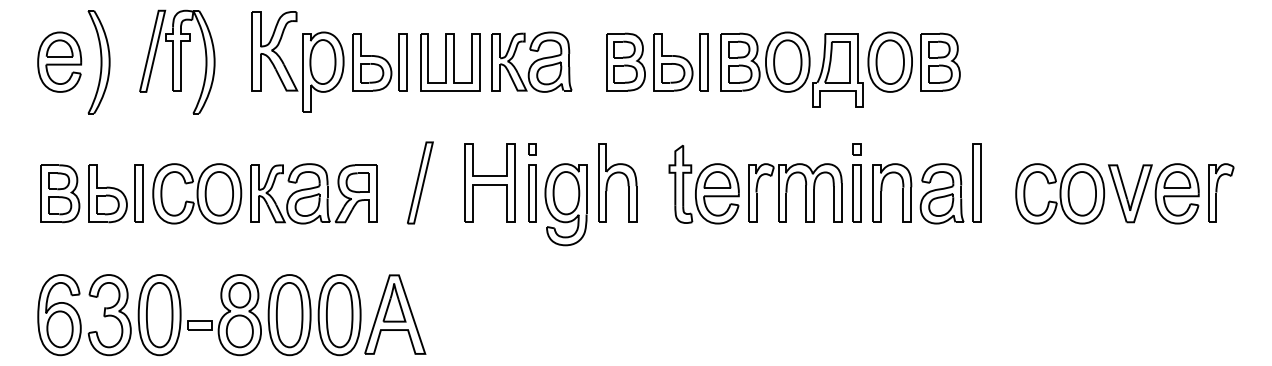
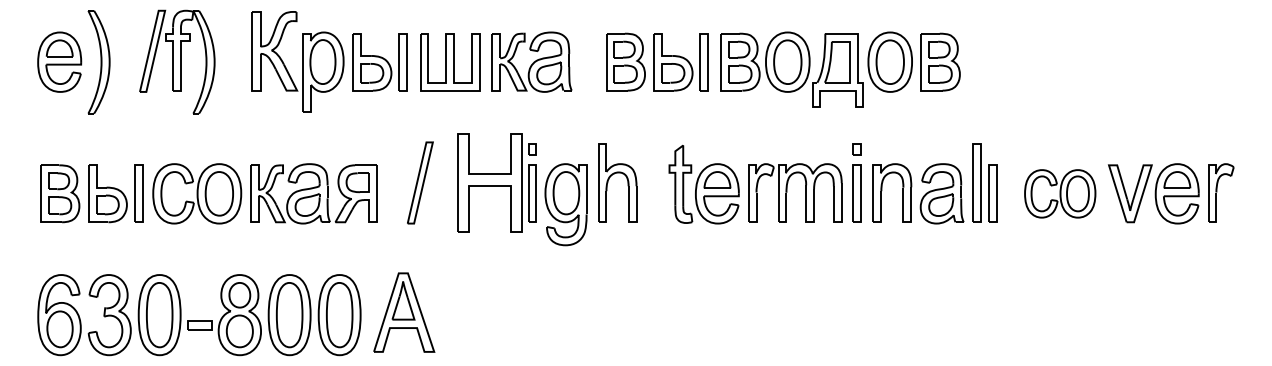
part at (489, 182) size: 52x80 px -> 66x100 px
part at (992, 193): none -> present
part at (1060, 193) size: 91x62 px -> 73x50 px
part at (395, 314) position: (395, 314) -> (404, 312)
